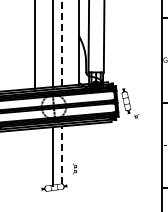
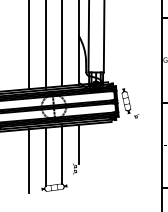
line at (62, 43): dashed -> solid
line at (52, 44) position: (52, 44) -> (45, 44)
line at (34, 46) position: (34, 46) -> (28, 46)
line at (79, 144): none -> present
line at (62, 154): dashed -> solid
line at (52, 156) position: (52, 156) -> (45, 156)
line at (28, 160): none -> present
